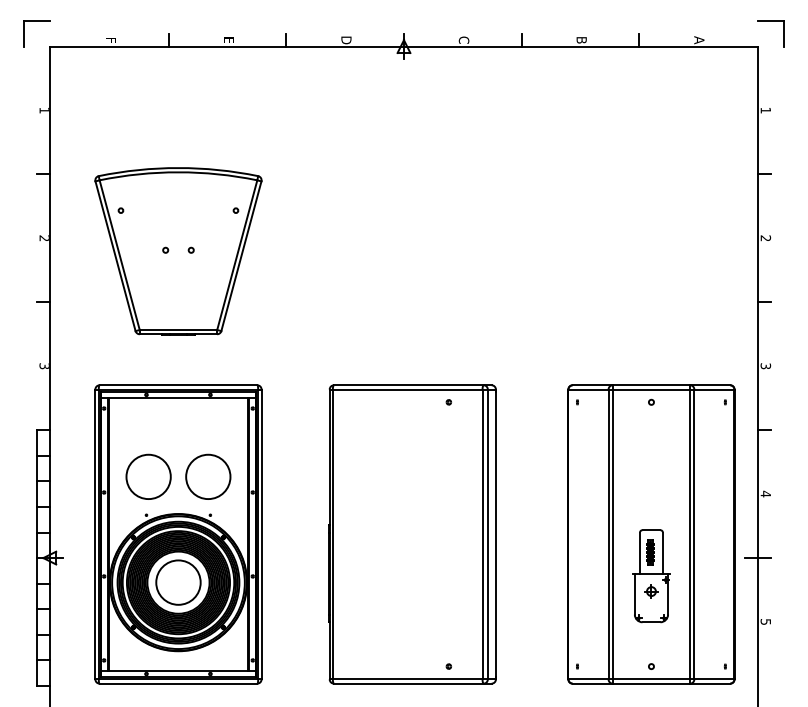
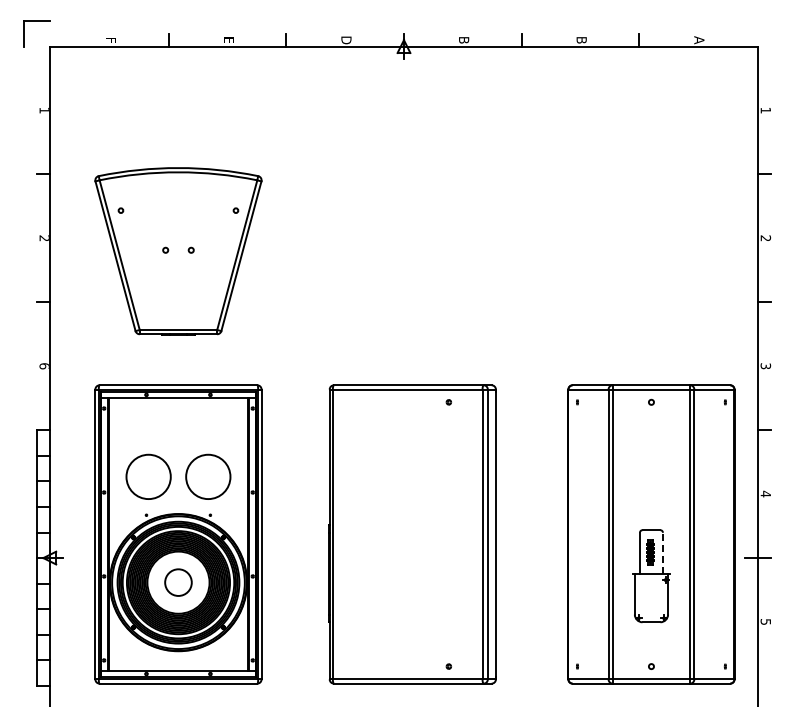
part at (770, 21): present -> none
text at (463, 39): C -> B
text at (43, 366): 3 -> 6
line at (662, 552): solid -> dashed
circle at (178, 582) diameter: 44 px -> 27 px
part at (651, 591): present -> none
